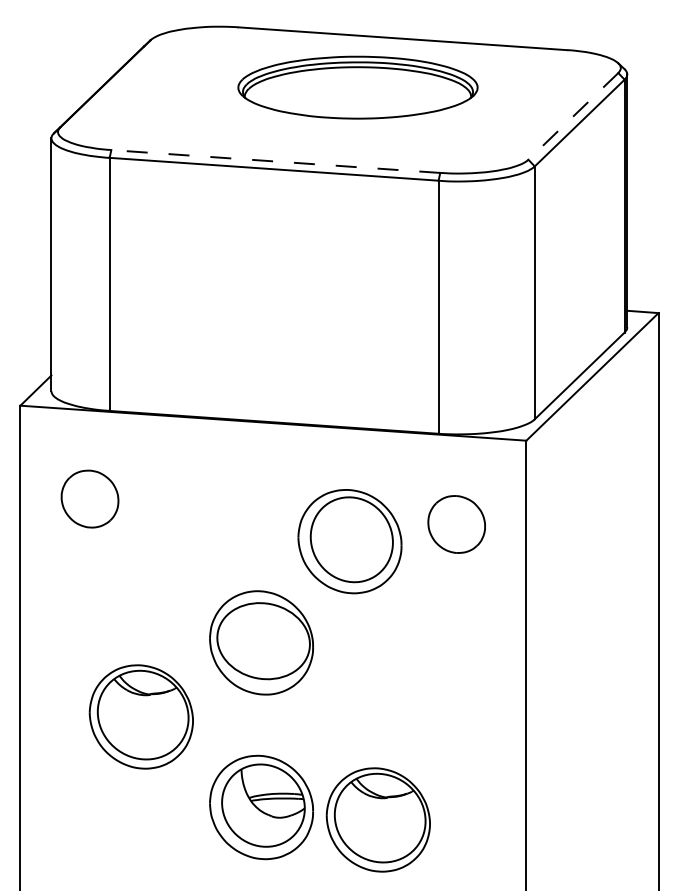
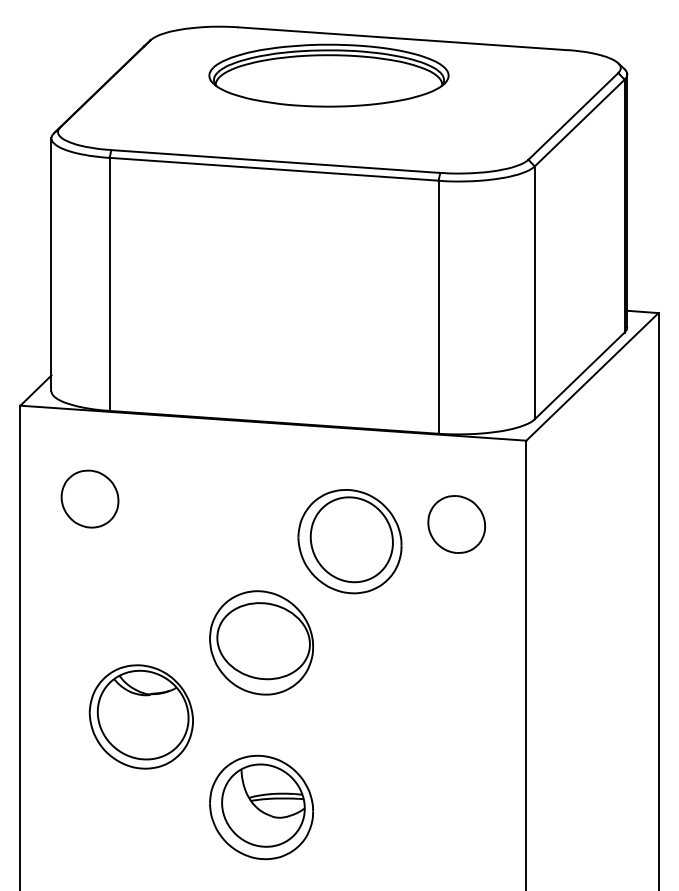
part at (357, 87) position: (357, 87) -> (328, 75)
line at (573, 116): dashed -> solid
line at (275, 161): dashed -> solid
part at (377, 819): present -> none
